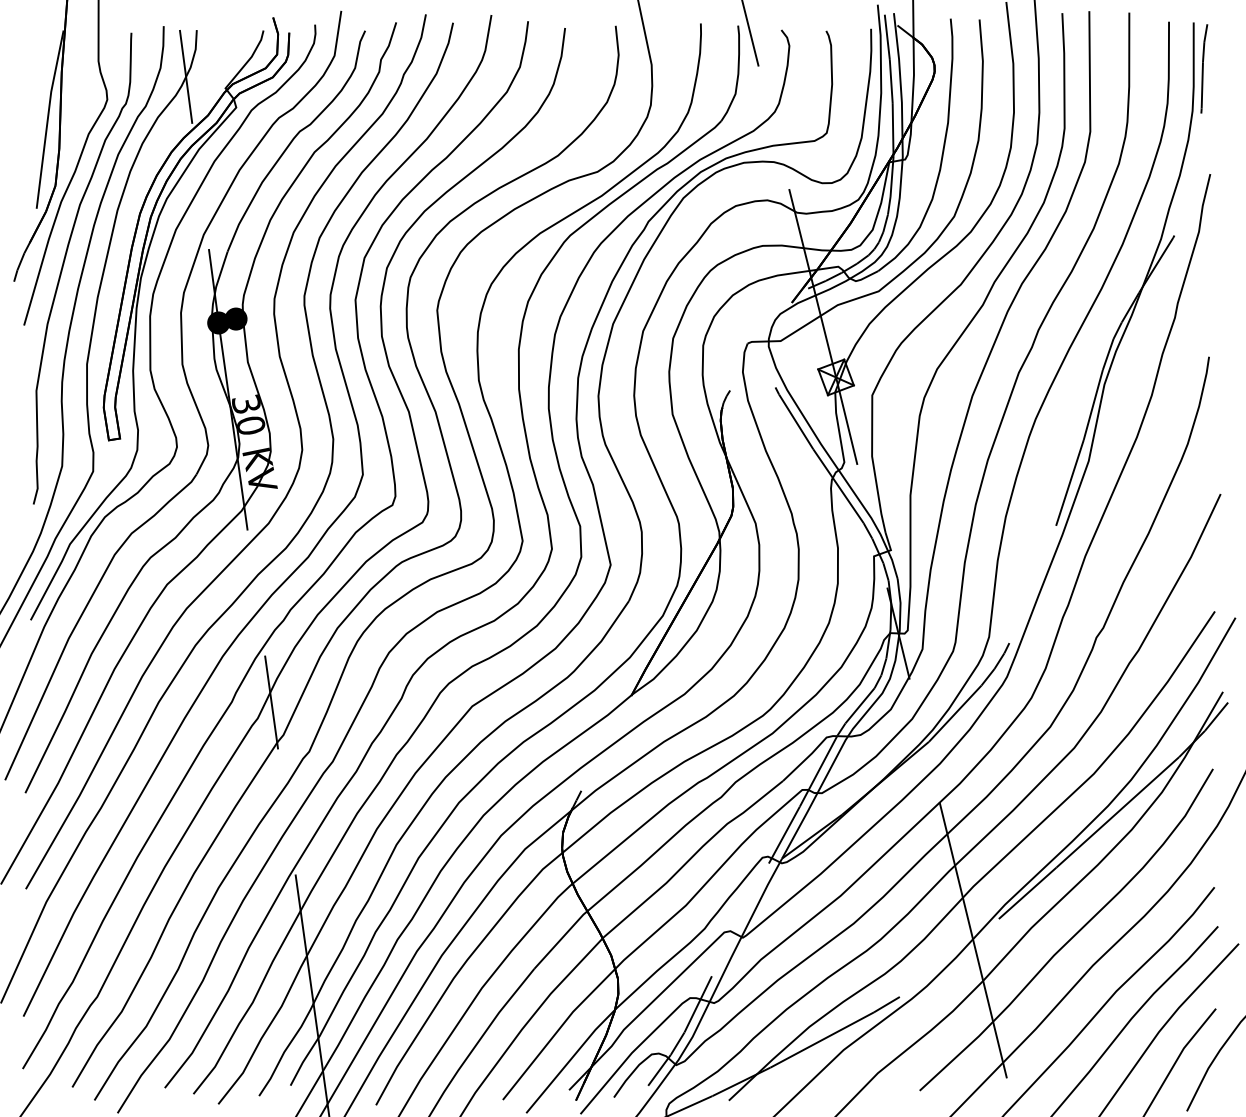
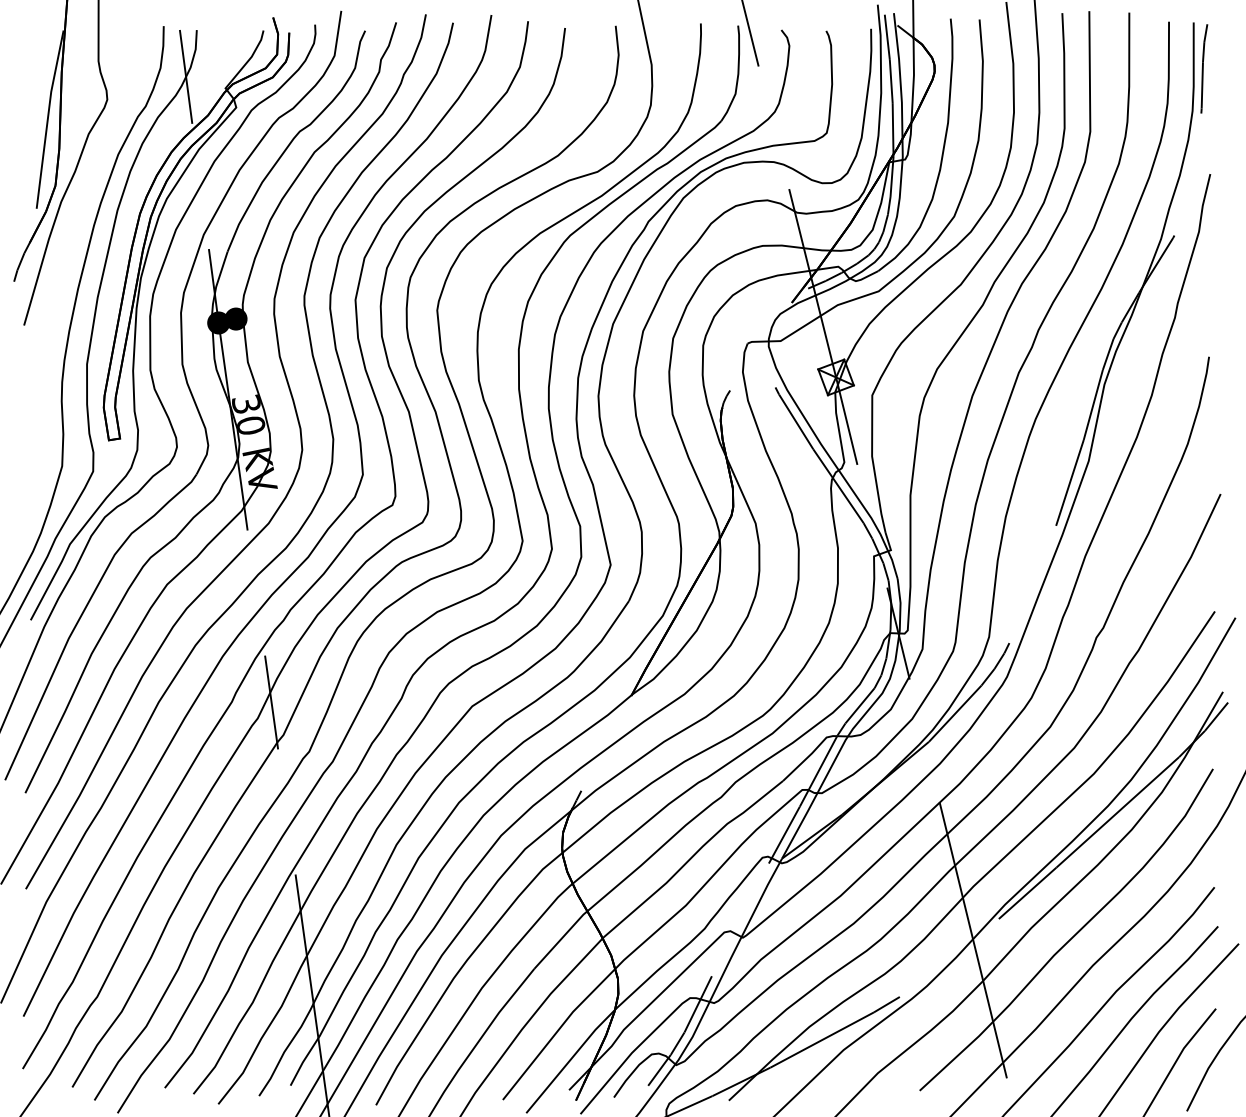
curve at (64, 264): present -> none
